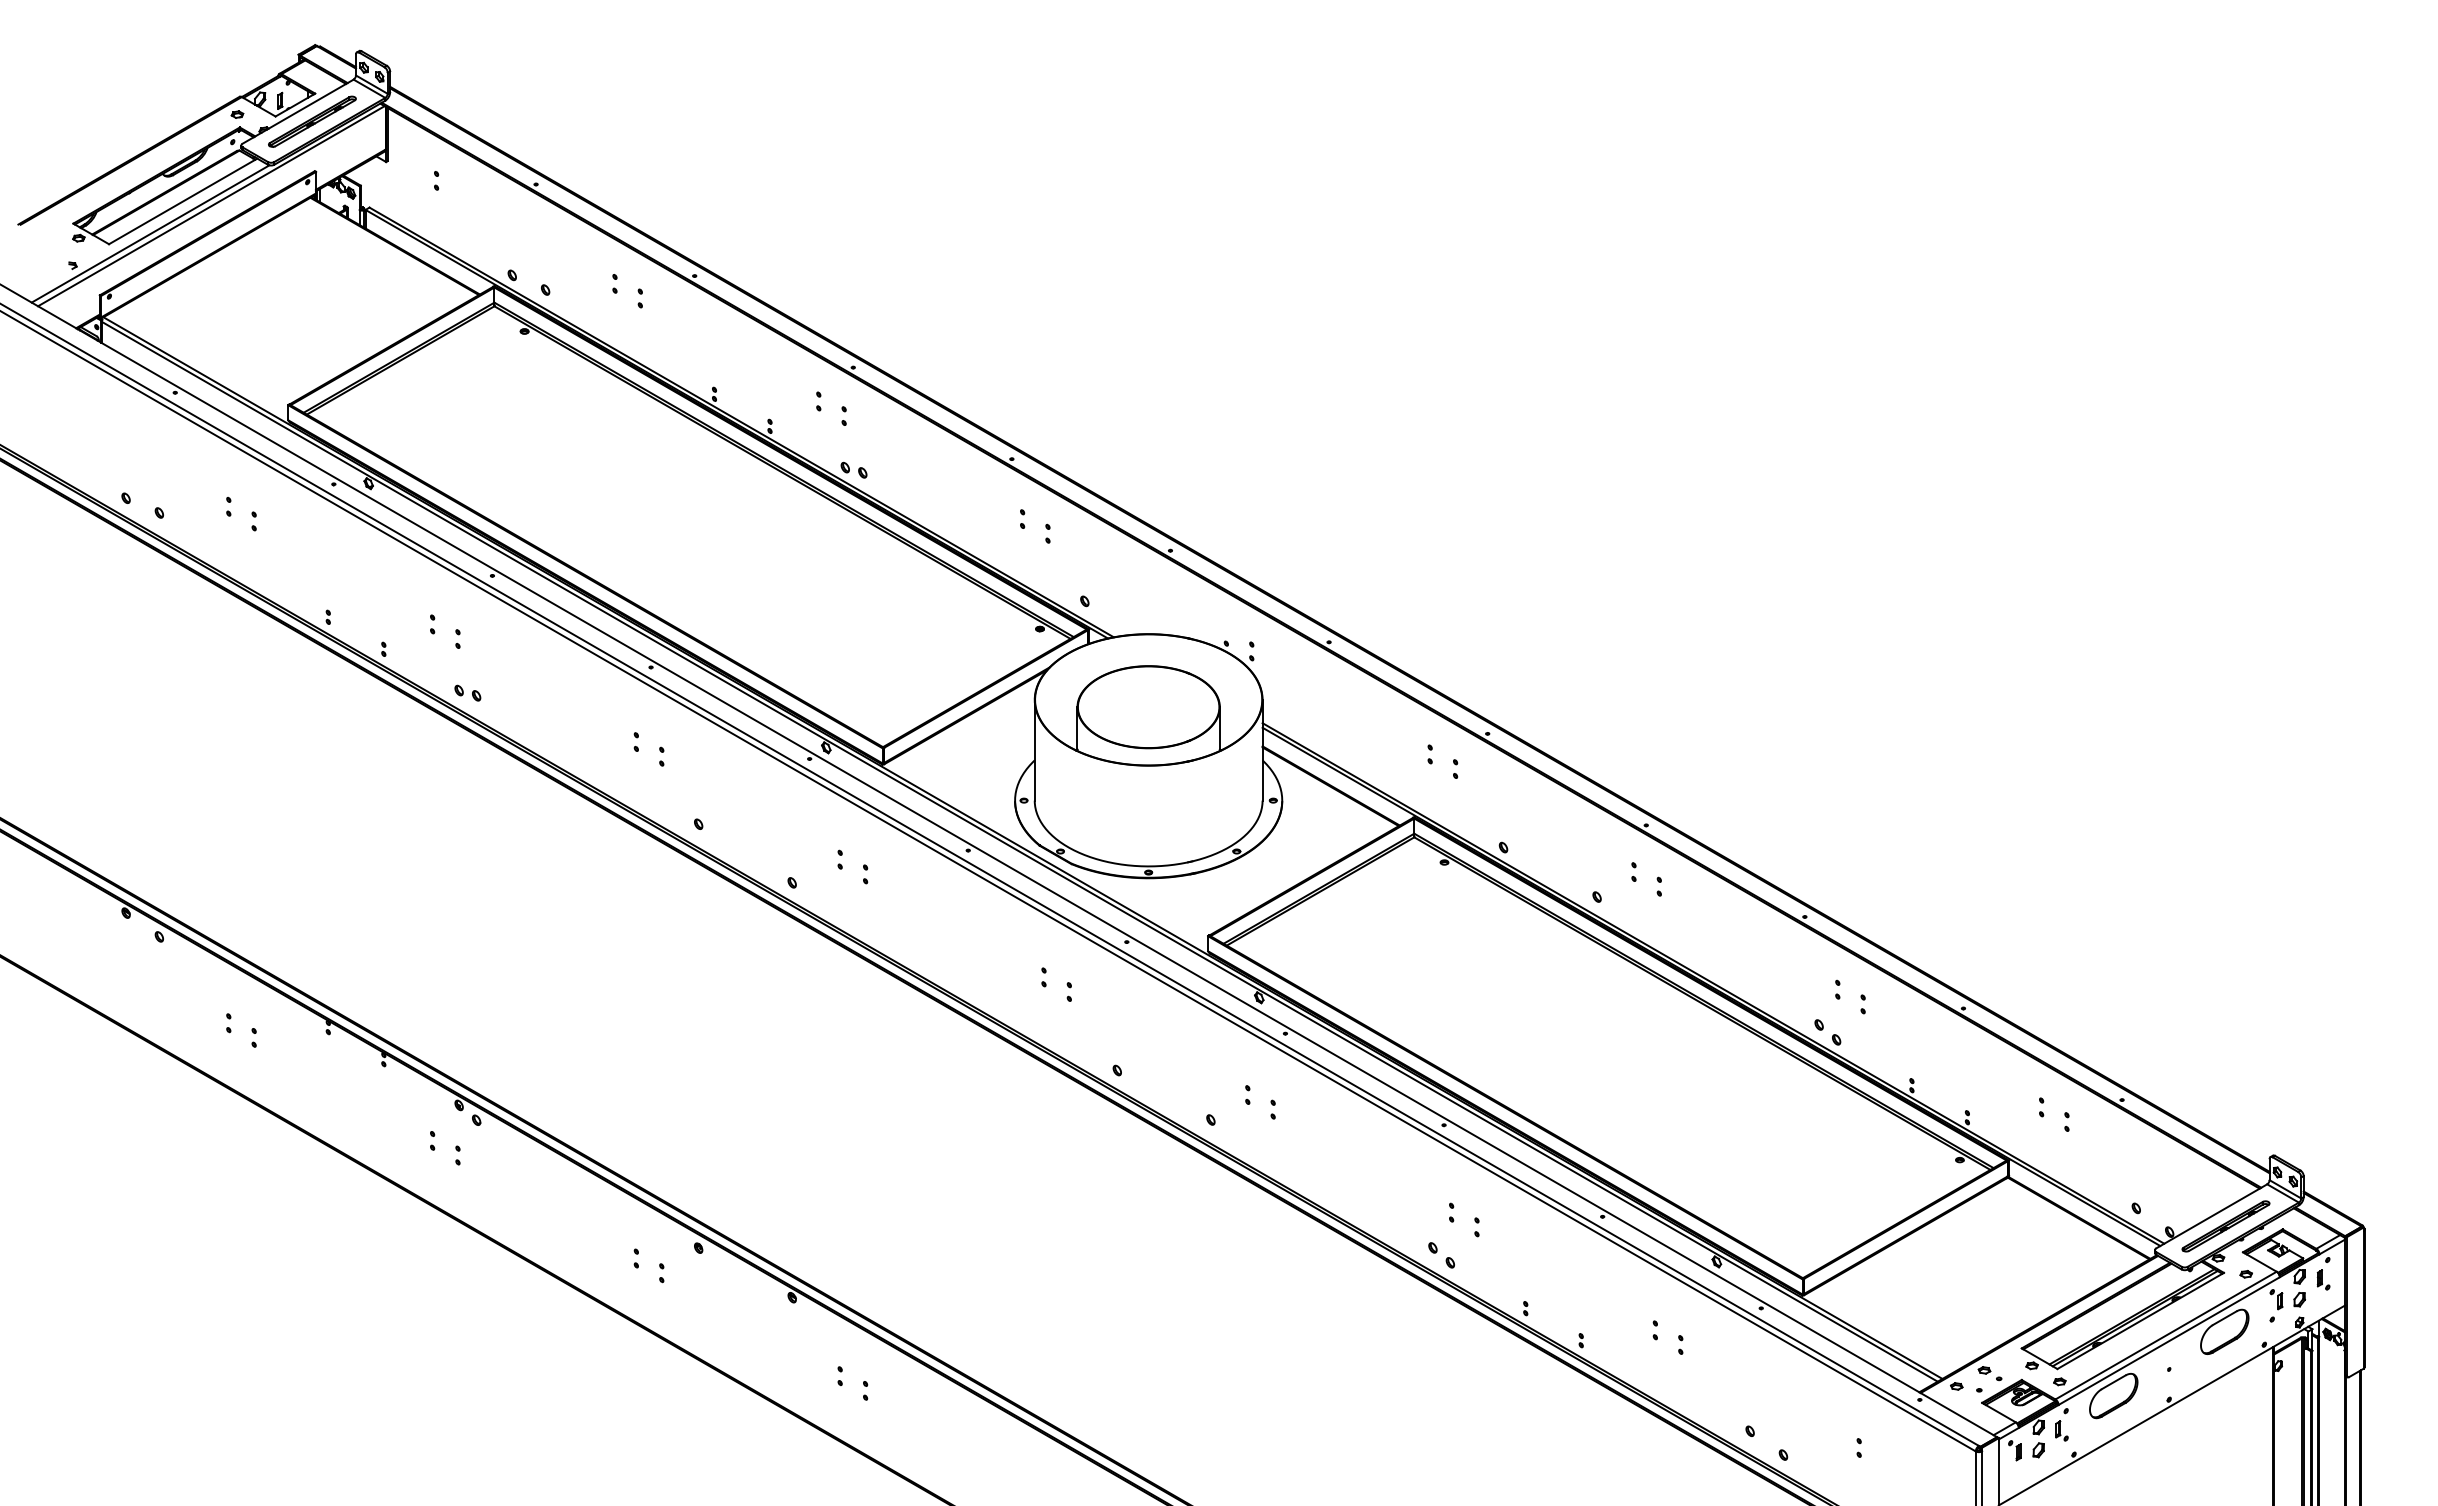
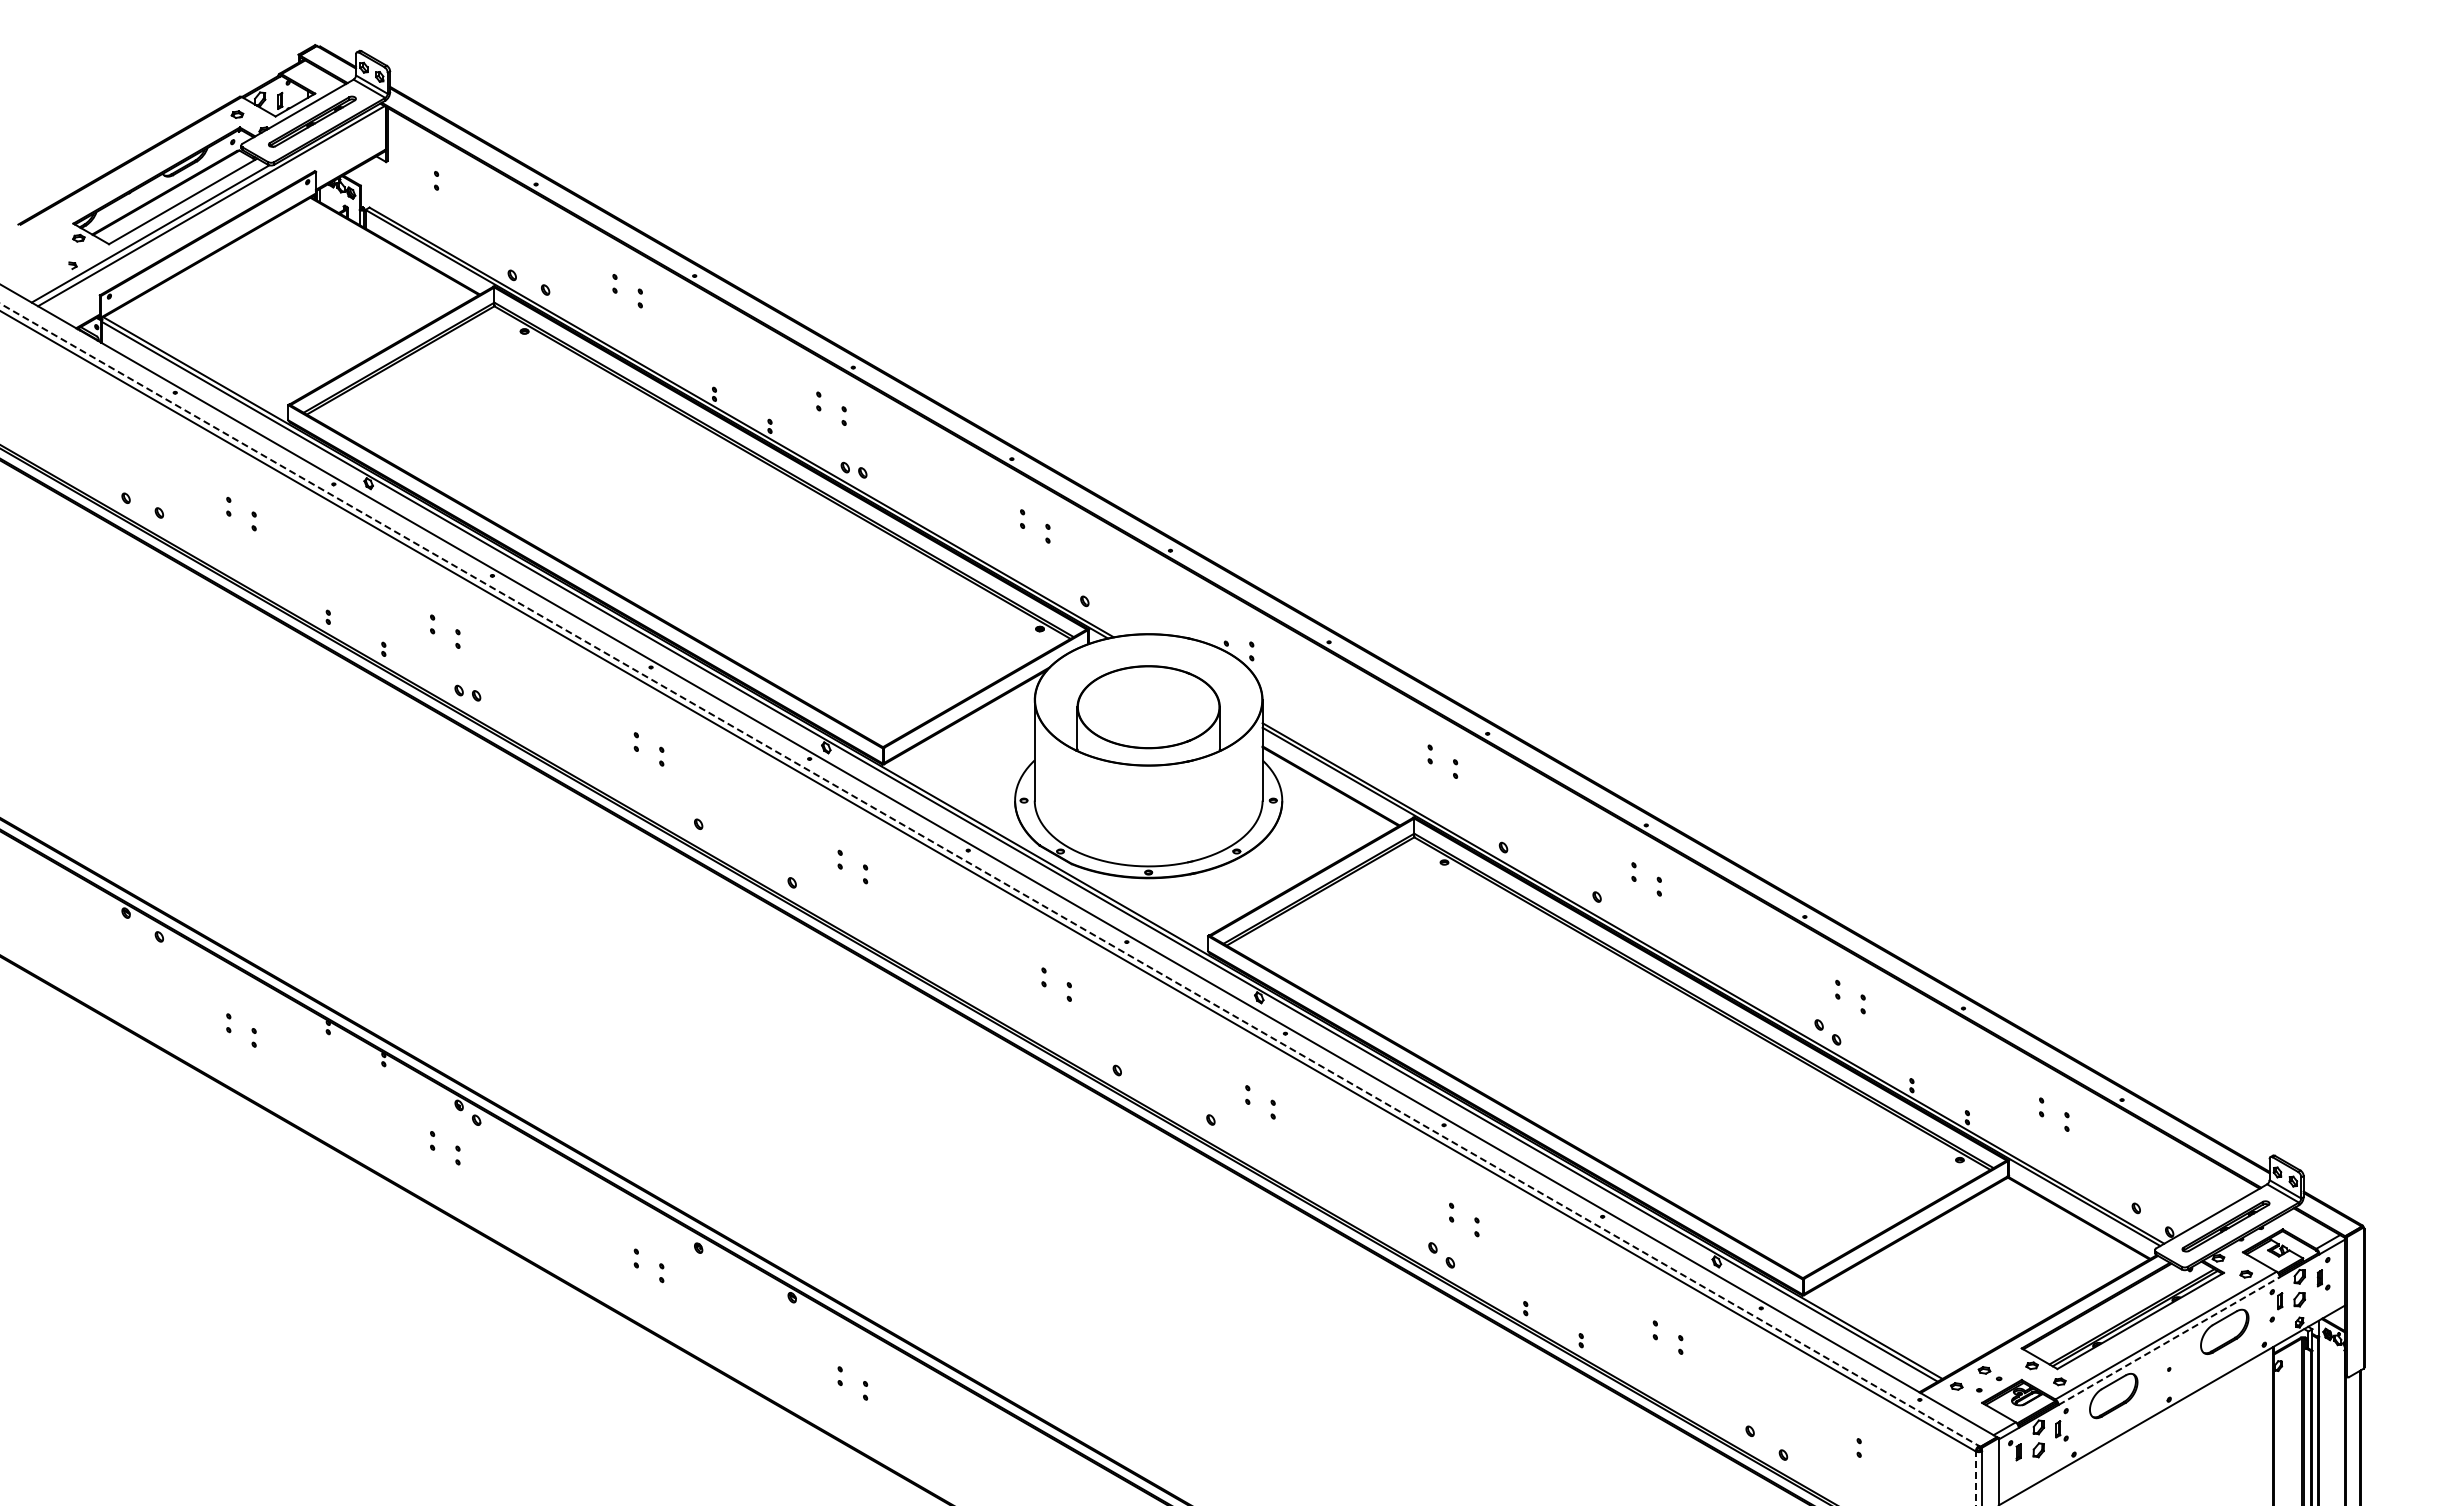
line at (989, 875): solid -> dashed
line at (2169, 1341): solid -> dashed
line at (1975, 1478): solid -> dashed
